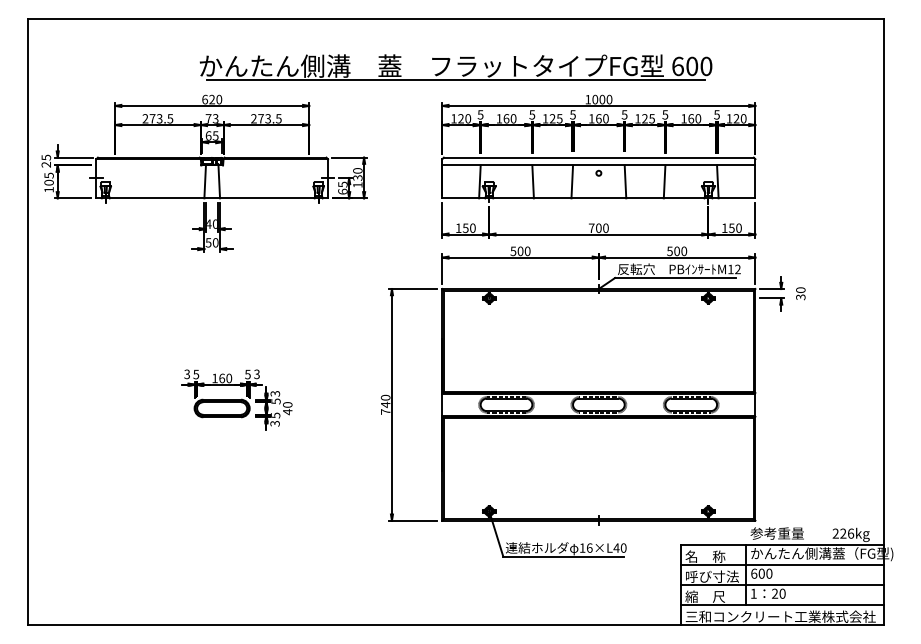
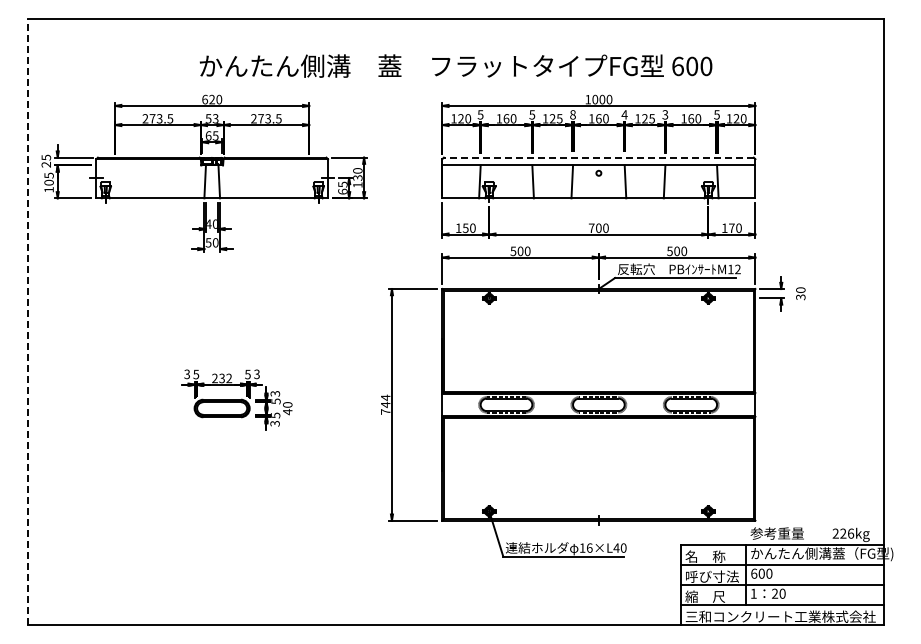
line at (455, 80): present -> none
text at (572, 114): 5 -> 8
text at (624, 114): 5 -> 4
text at (665, 114): 5 -> 3
text at (208, 118): 73 -> 53
line at (598, 157): solid -> dashed
text at (731, 228): 150 -> 170
line at (27, 321): solid -> dashed
text at (222, 378): 160 -> 232
text at (385, 397): 740 -> 744
